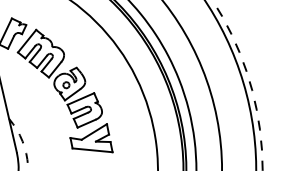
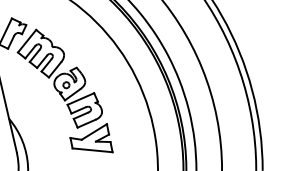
arc at (250, 83): dashed -> solid
arc at (23, 142): dashed -> solid
